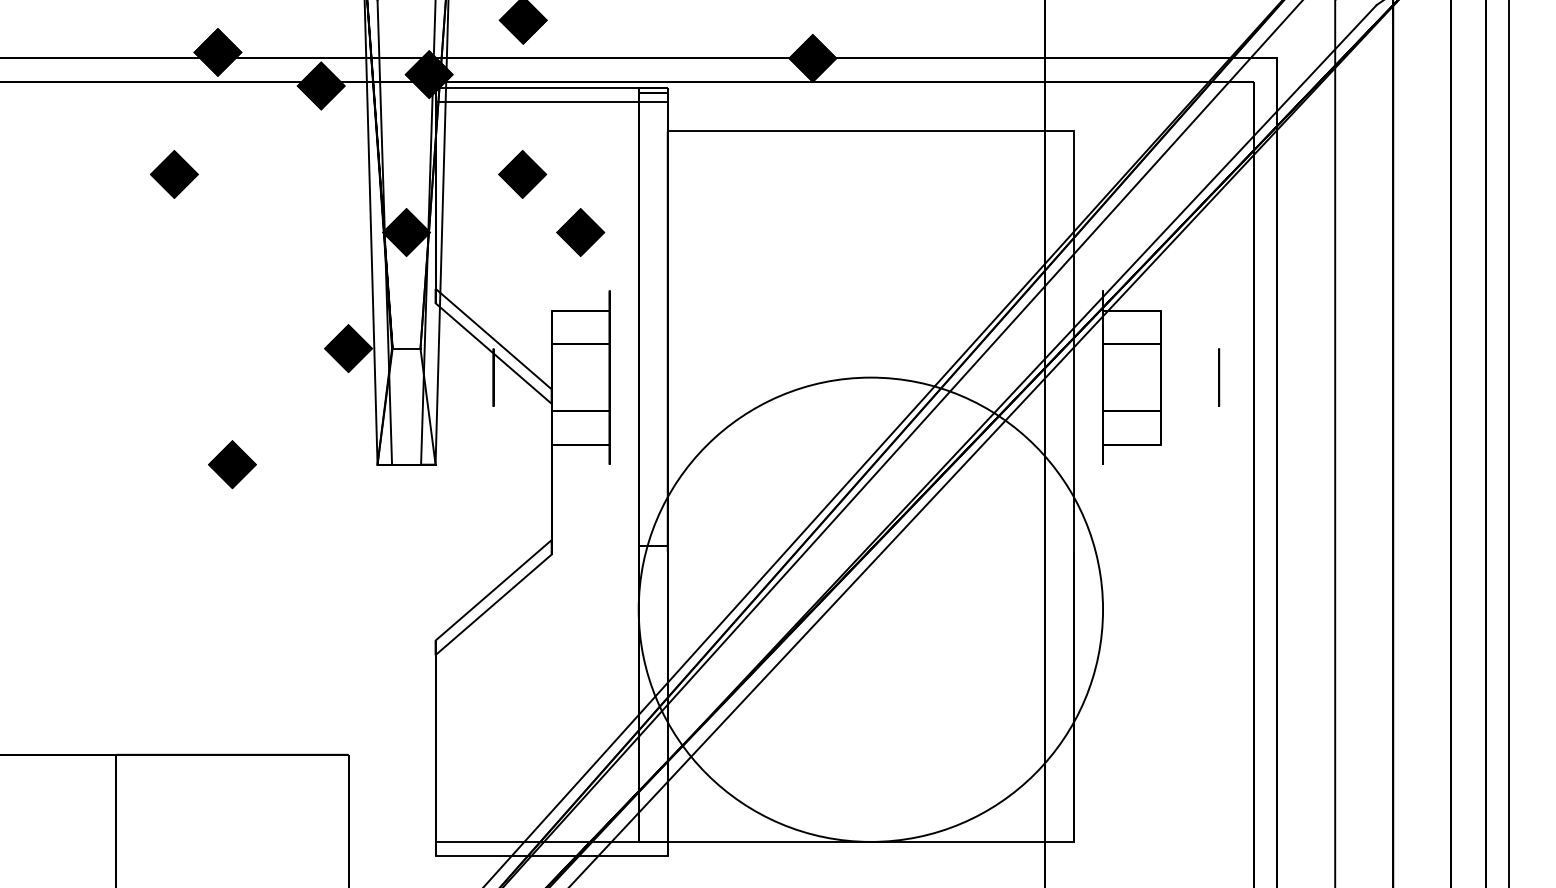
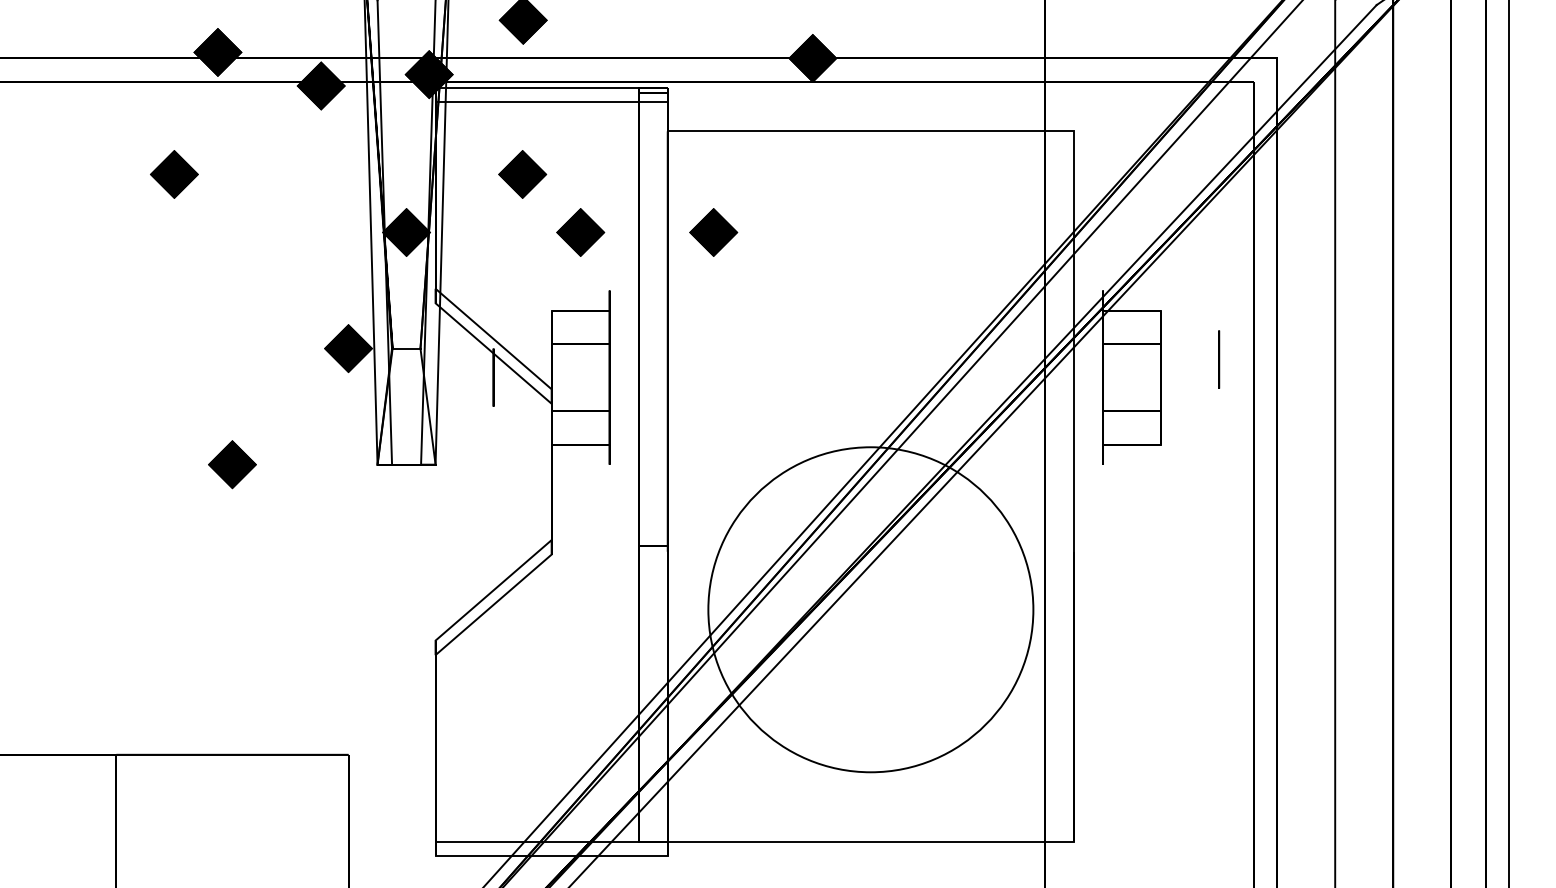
part at (713, 232): none -> present
circle at (1219, 377) position: (1219, 377) -> (1219, 359)
circle at (870, 609) diameter: 464 px -> 325 px
